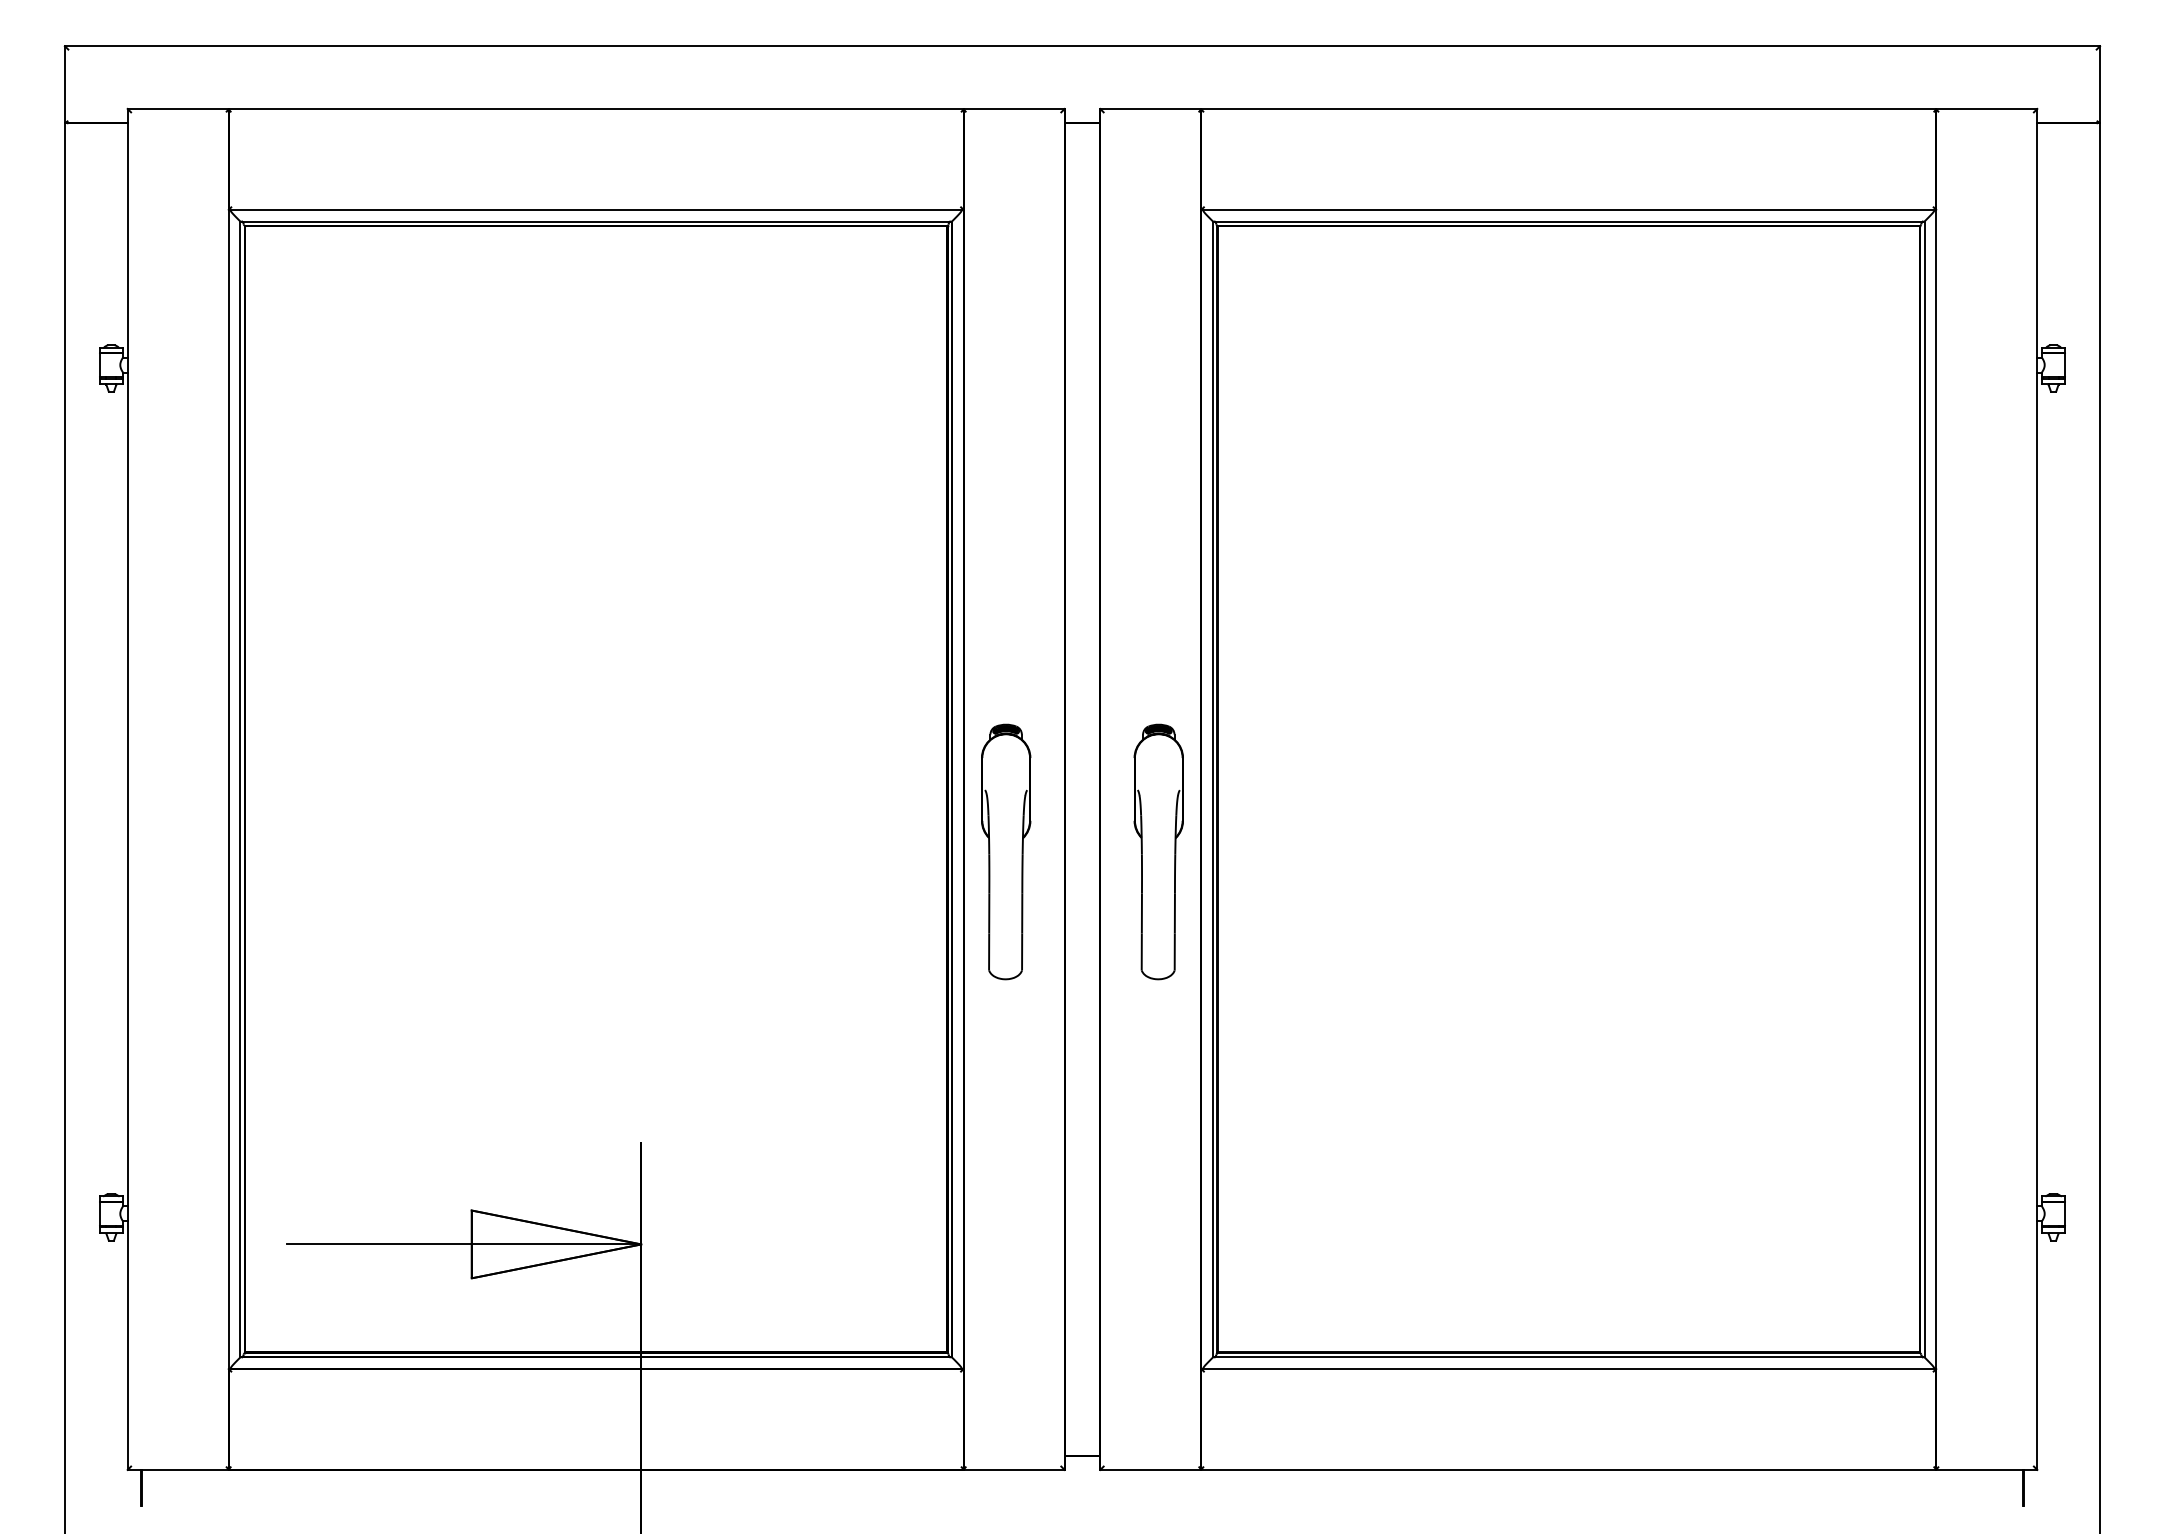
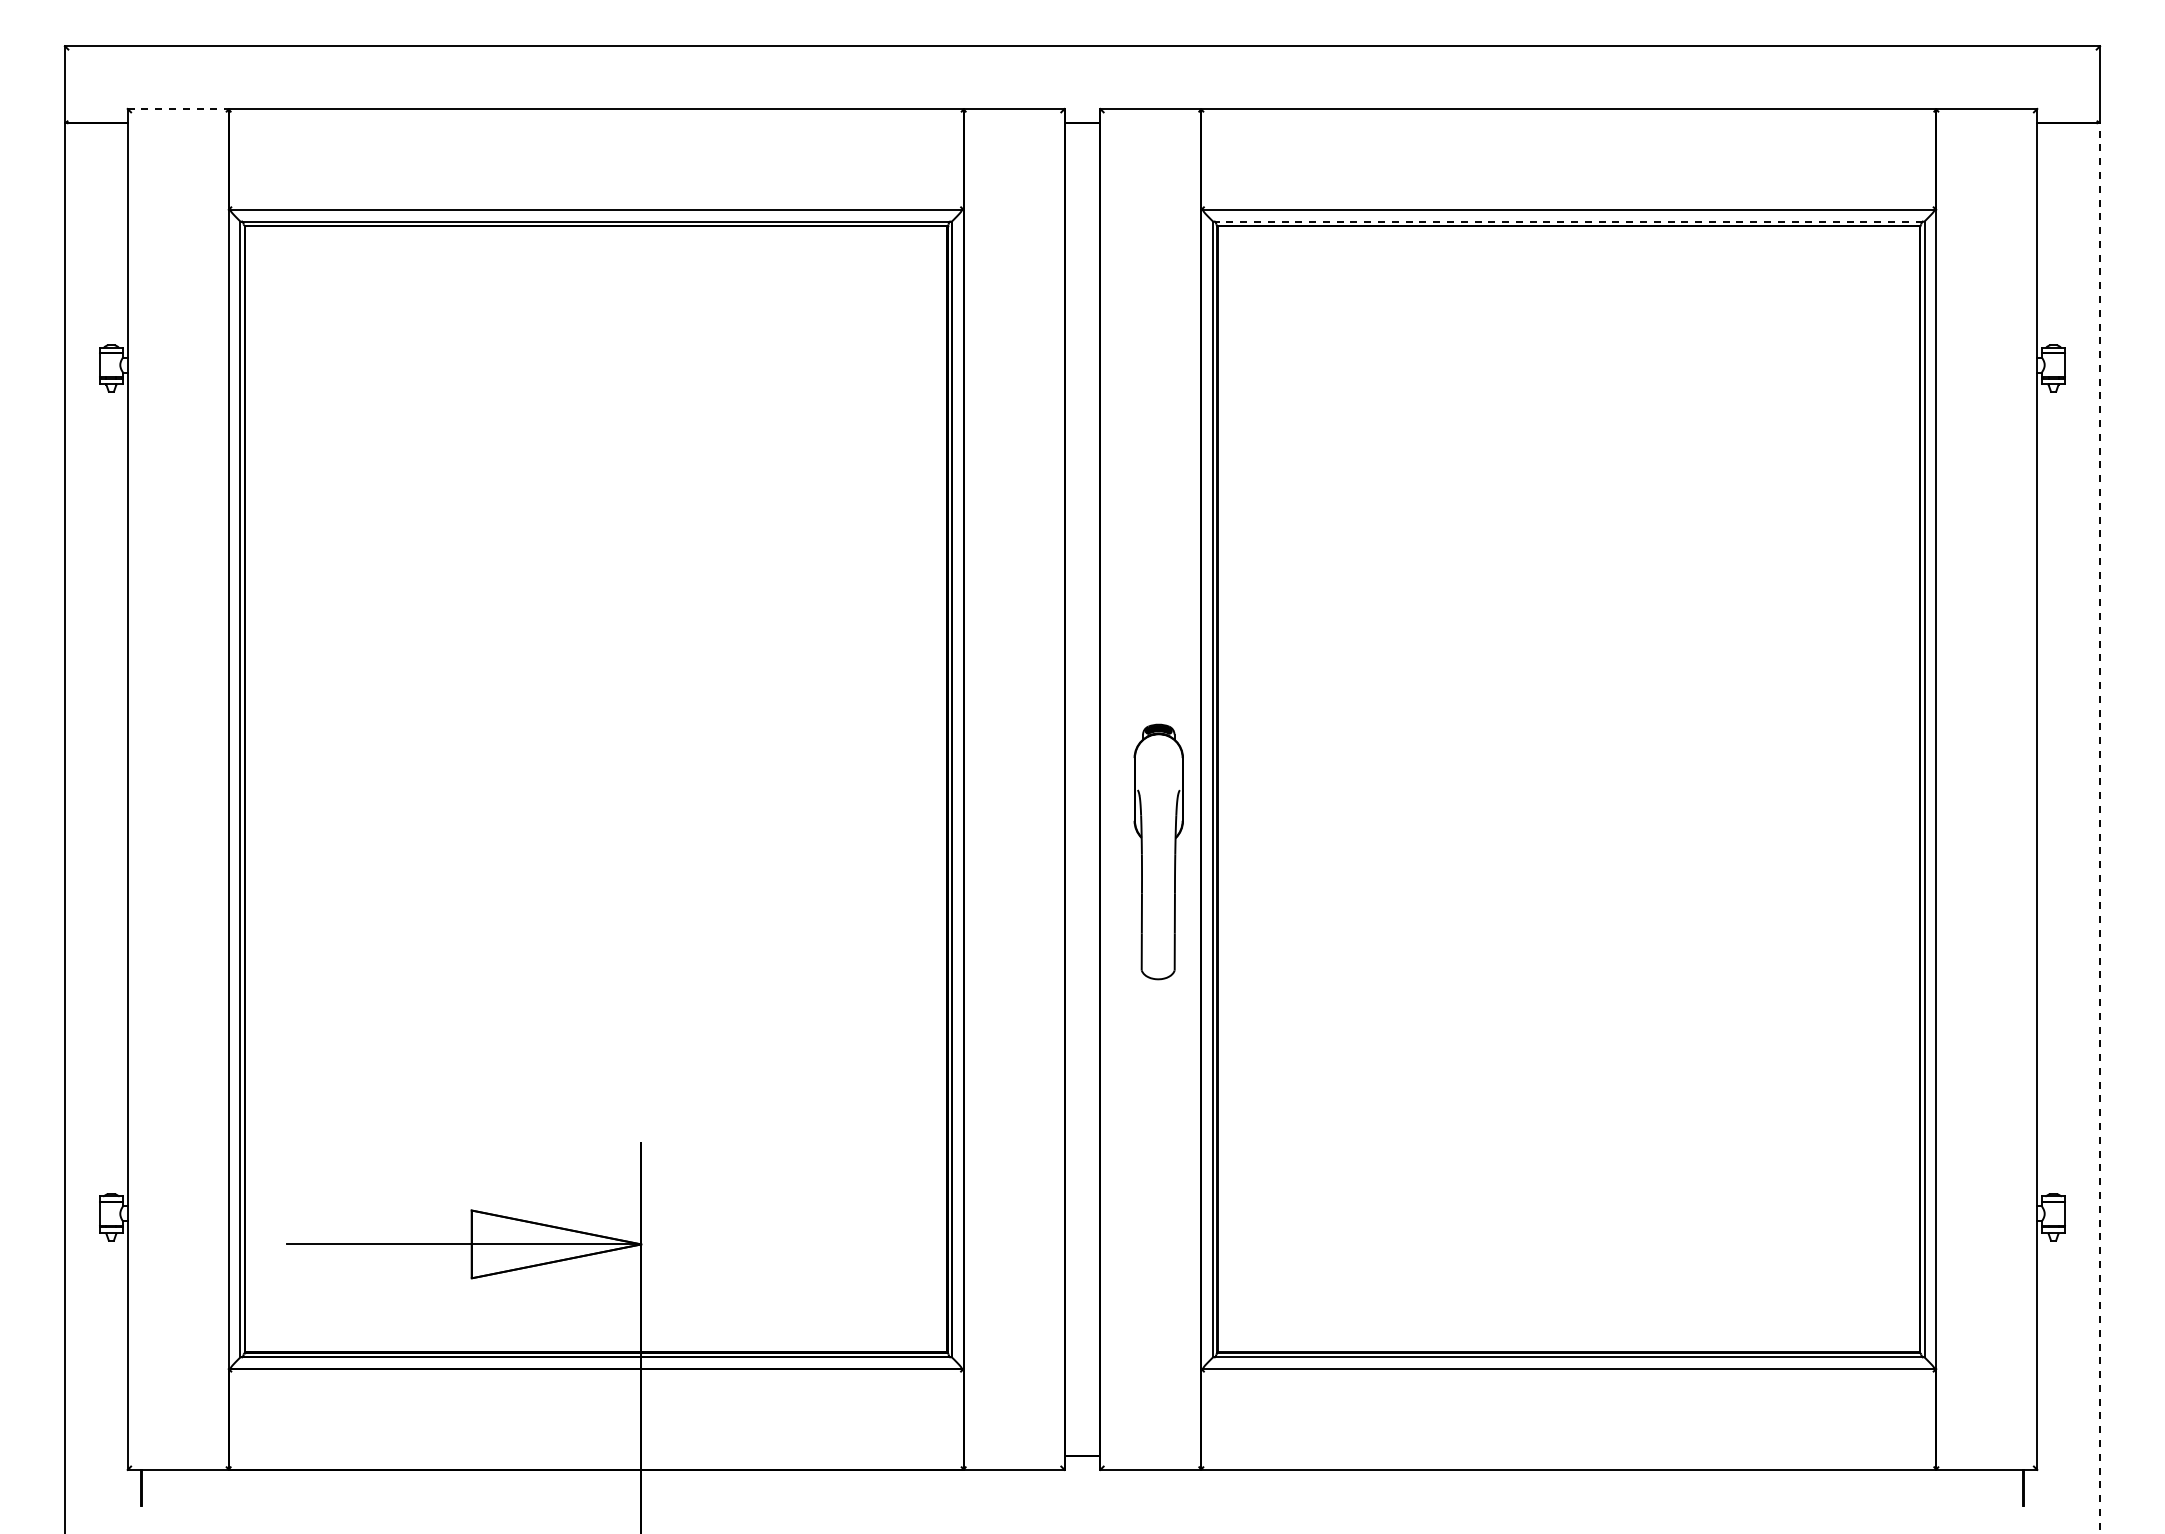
line at (178, 108): solid -> dashed
line at (1568, 221): solid -> dashed
line at (2100, 827): solid -> dashed
part at (1006, 851): present -> none
